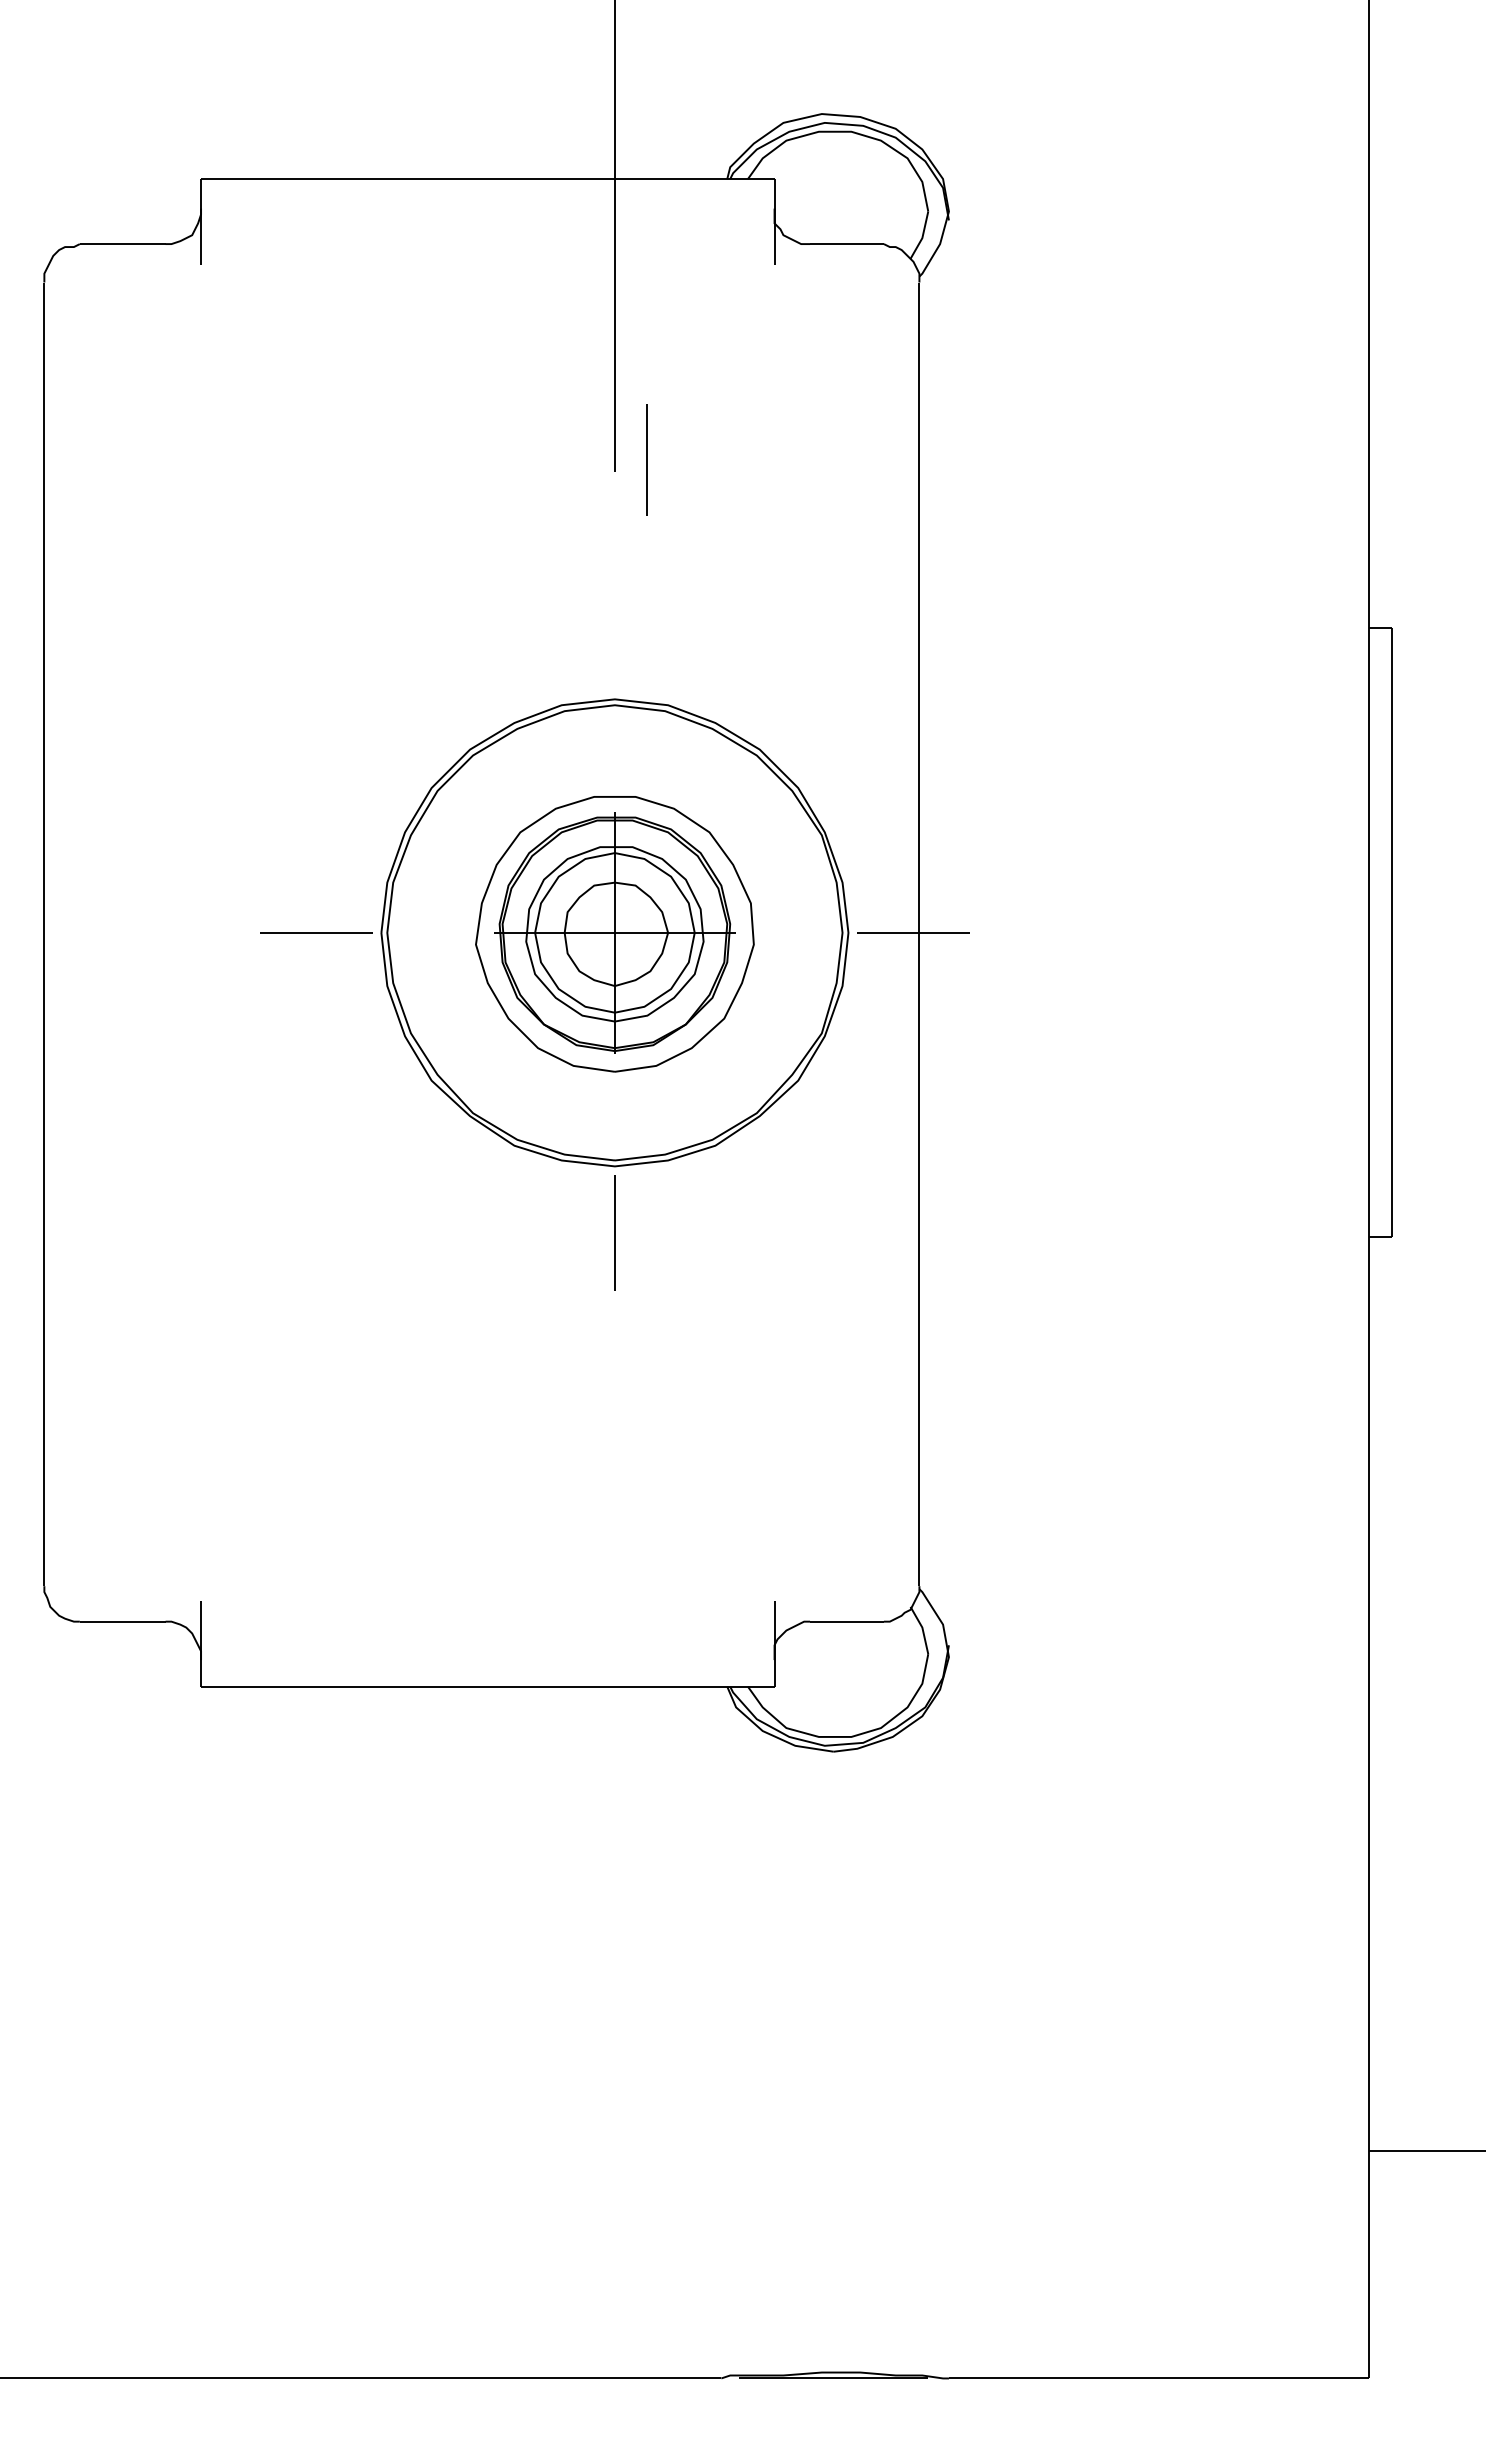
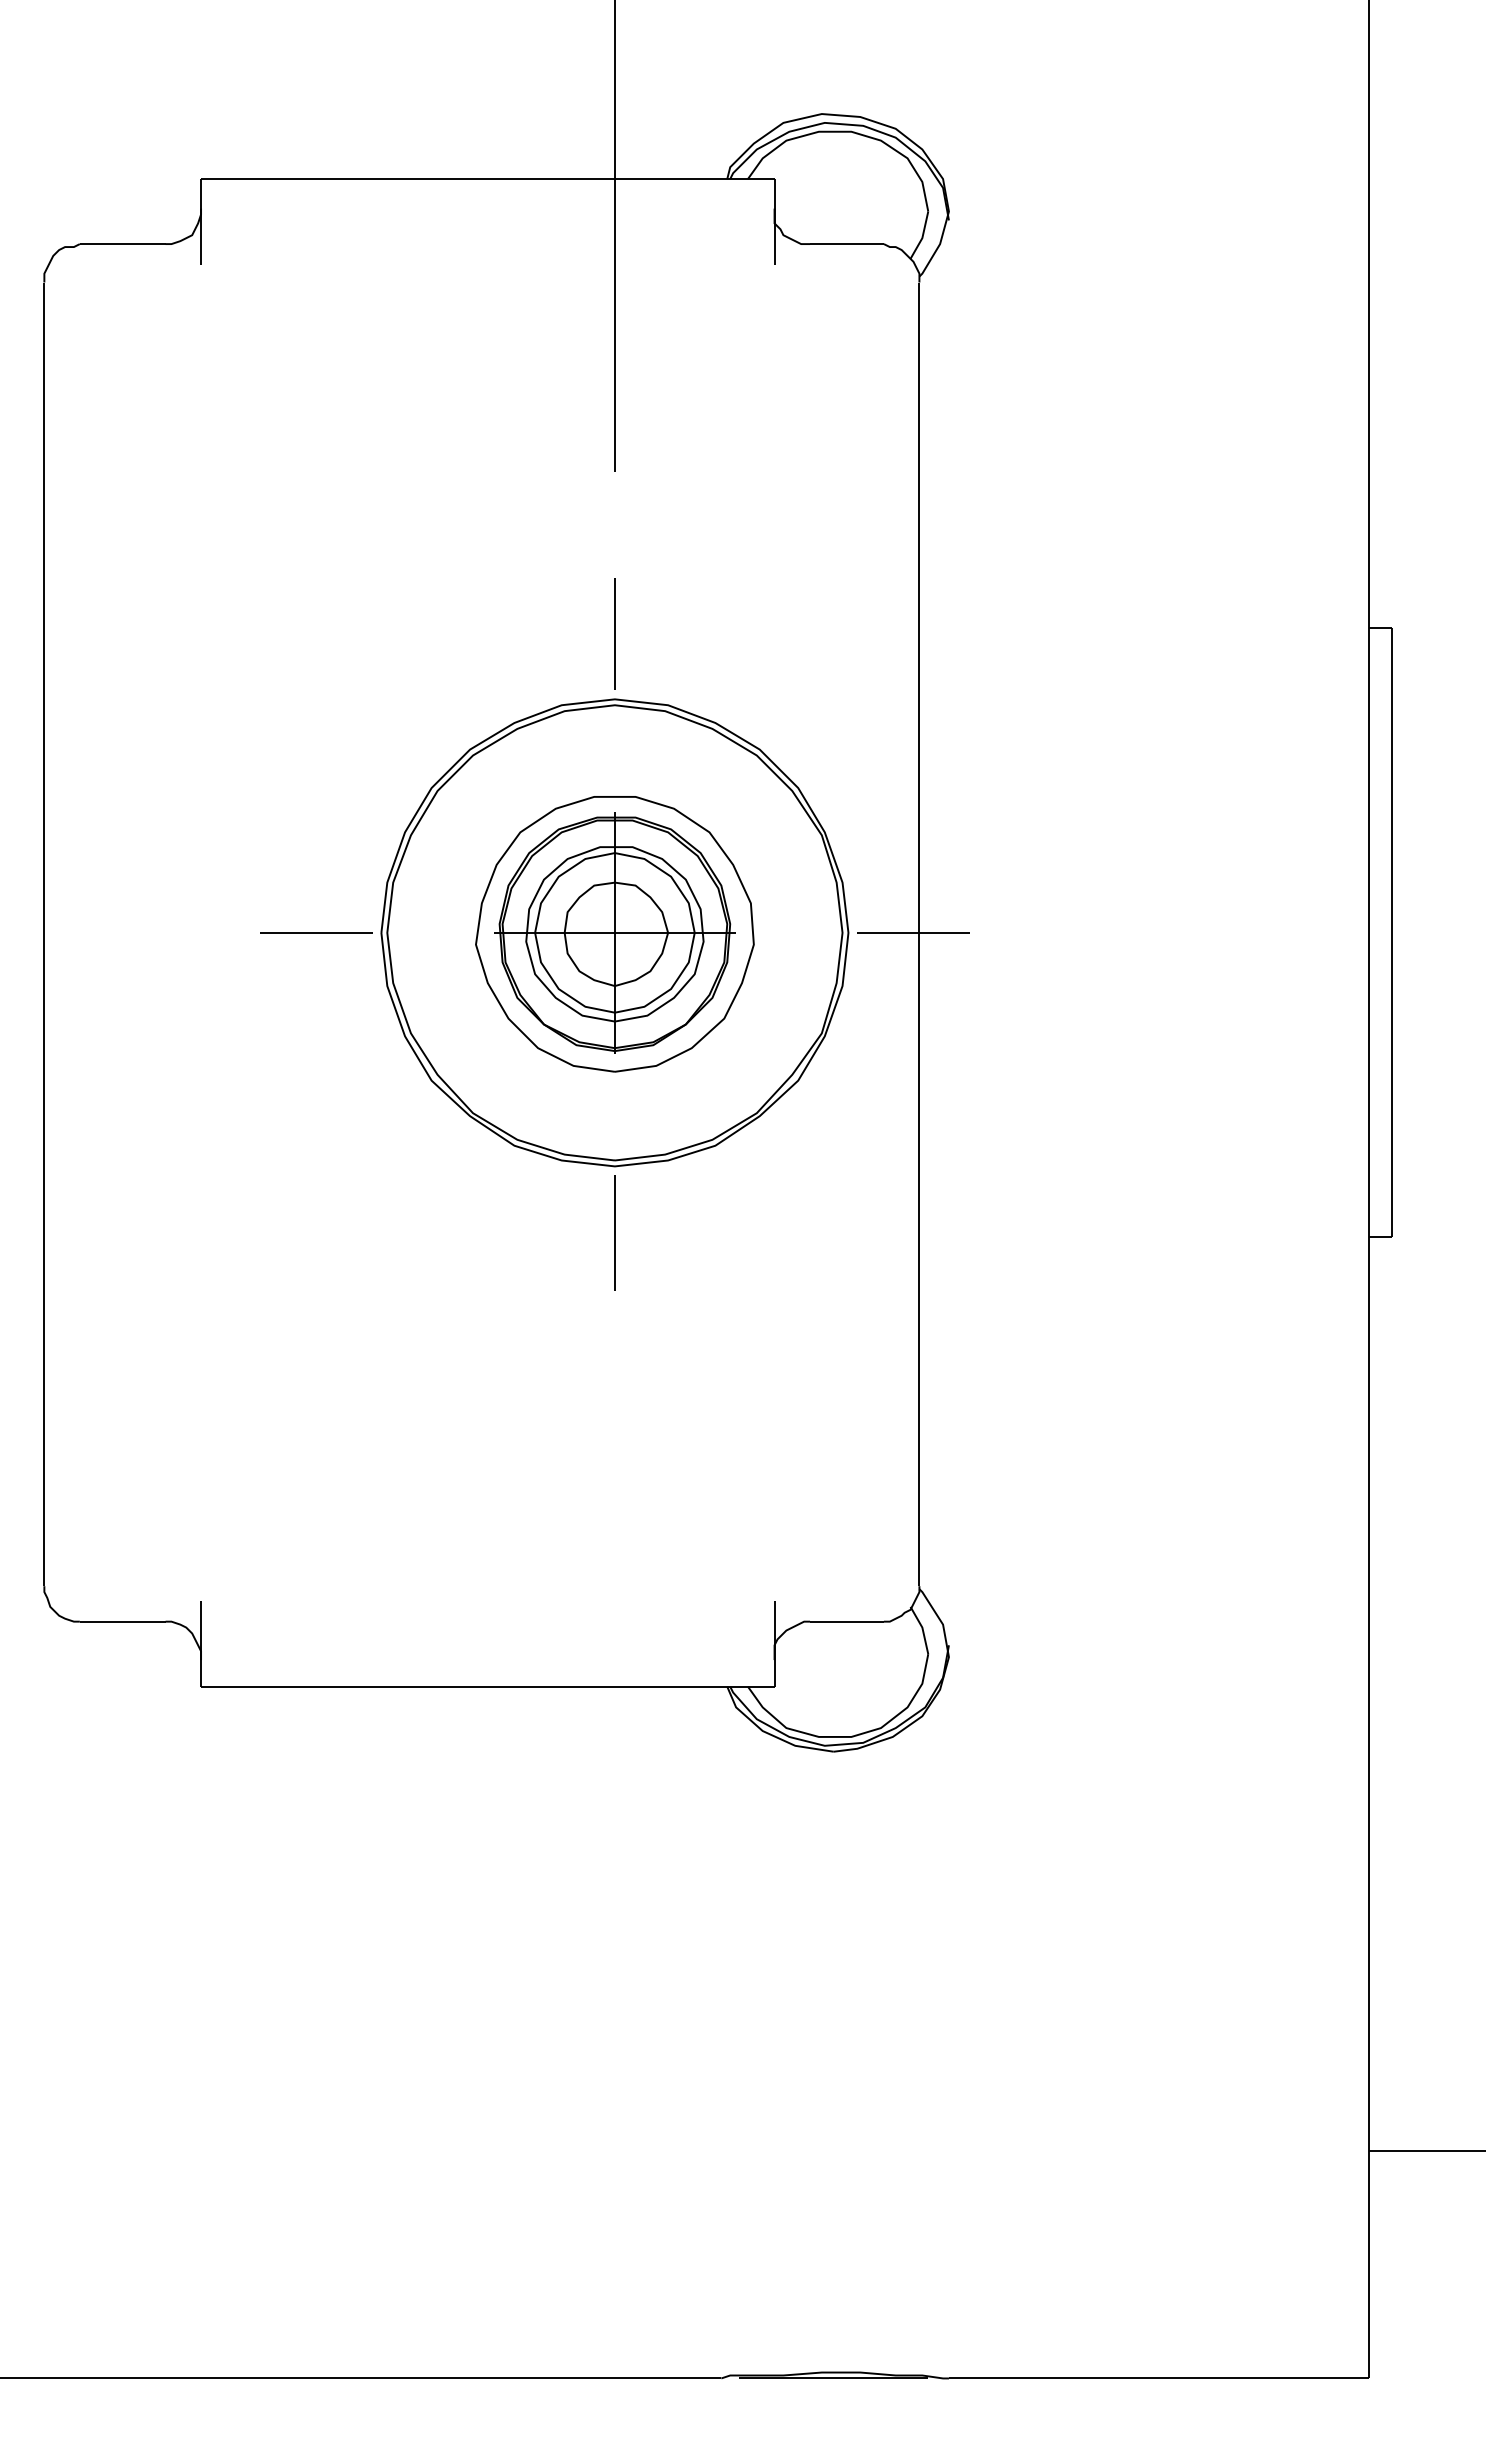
line at (646, 459) position: (646, 459) -> (614, 633)
